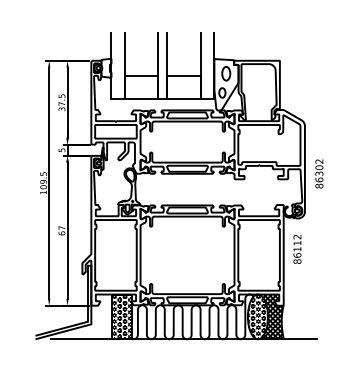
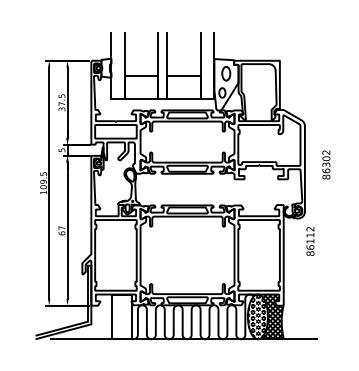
text at (319, 173) position: (319, 173) -> (326, 164)
text at (297, 249) position: (297, 249) -> (310, 241)
hatch at (121, 316): present -> none
